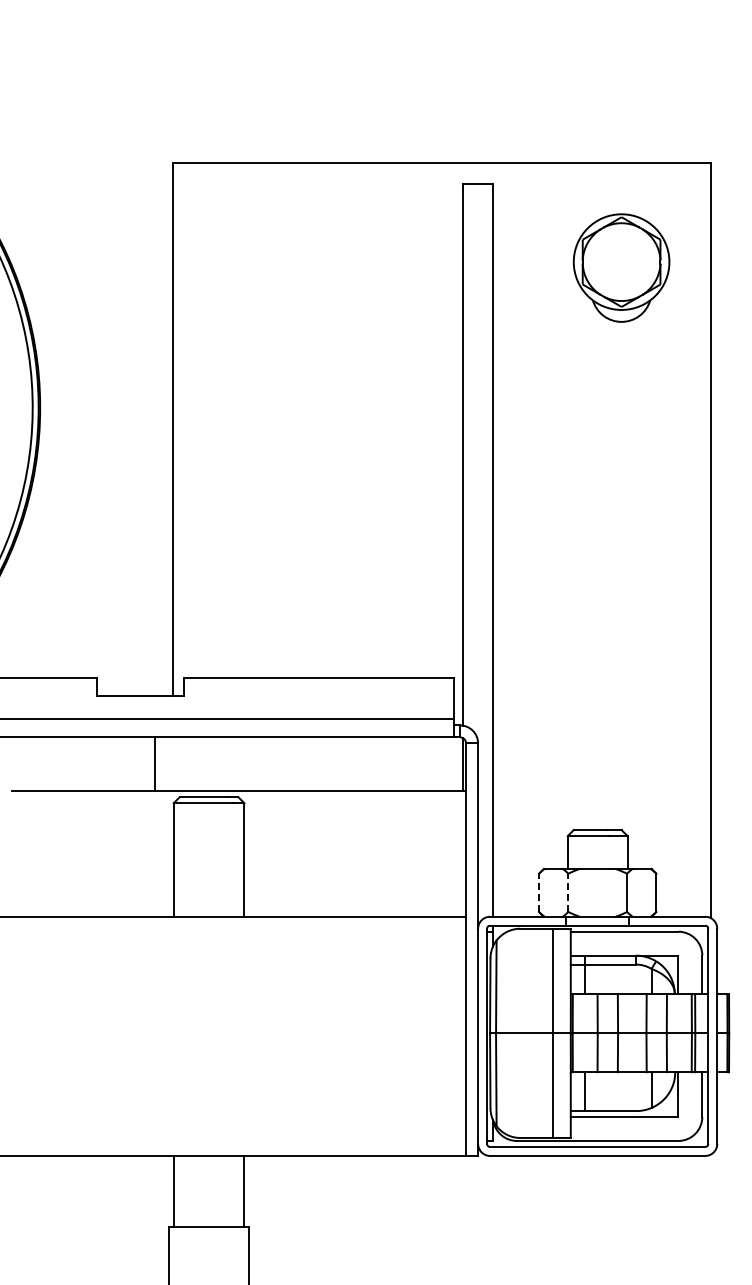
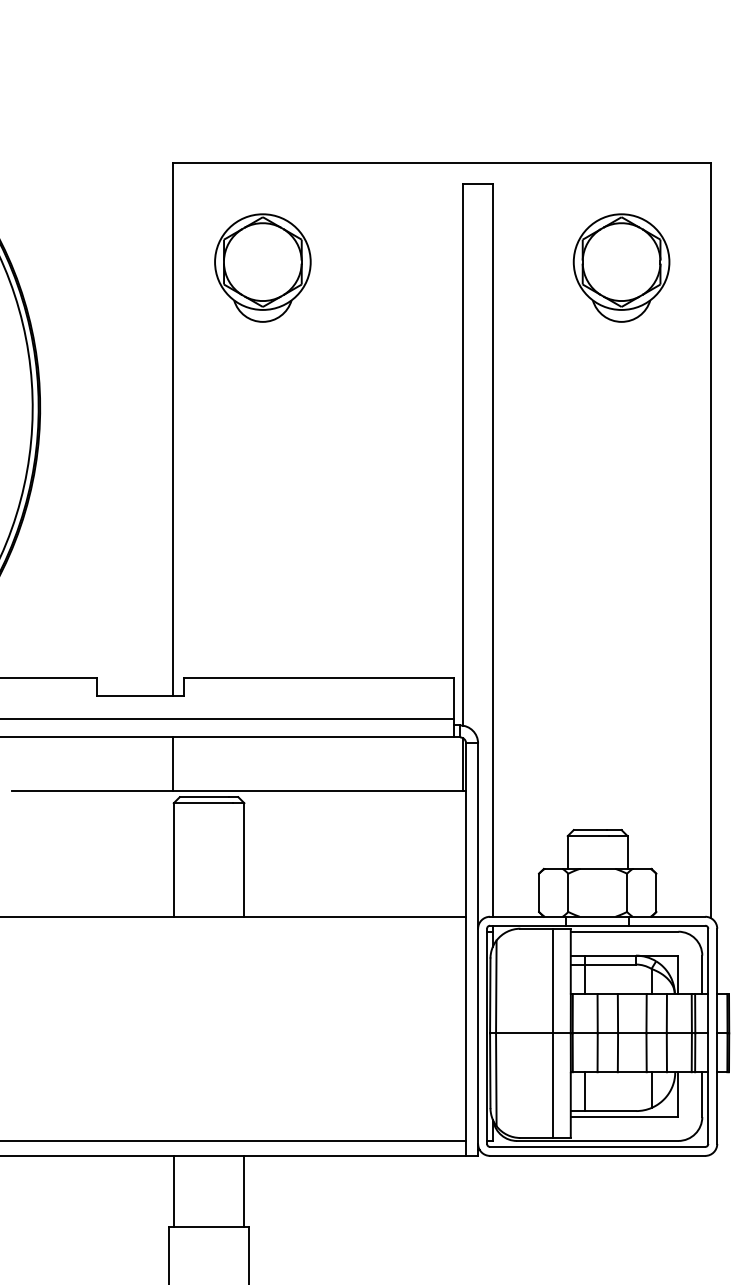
part at (262, 267): none -> present
line at (155, 764) position: (155, 764) -> (173, 764)
line at (539, 892): dashed -> solid
line at (568, 892): dashed -> solid
line at (234, 1140): none -> present
